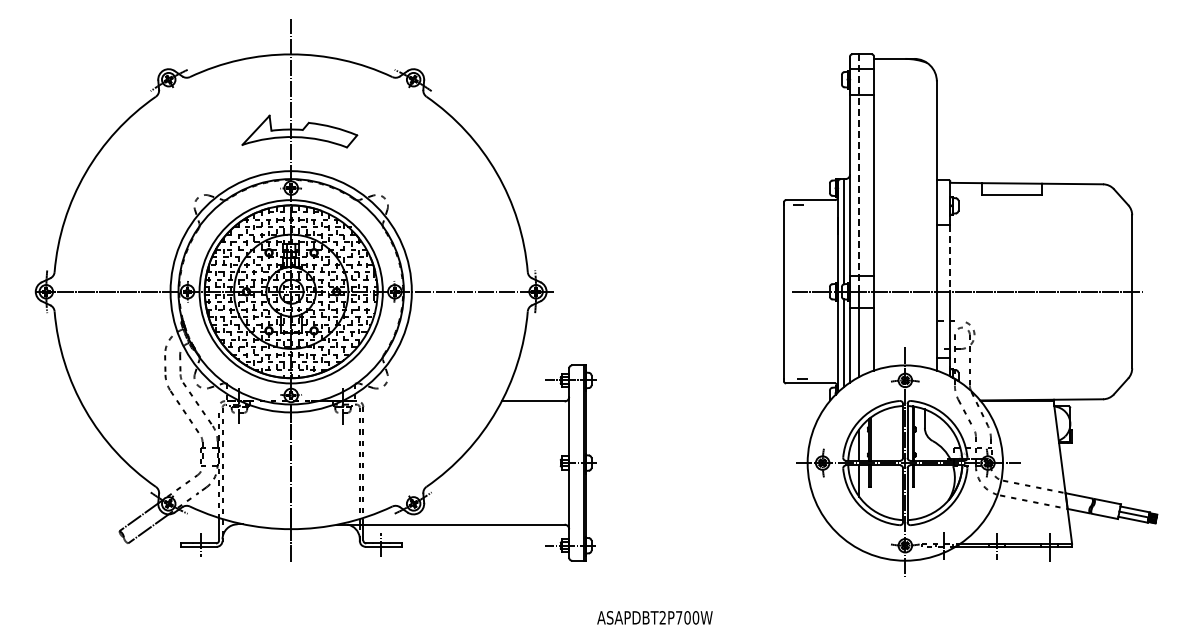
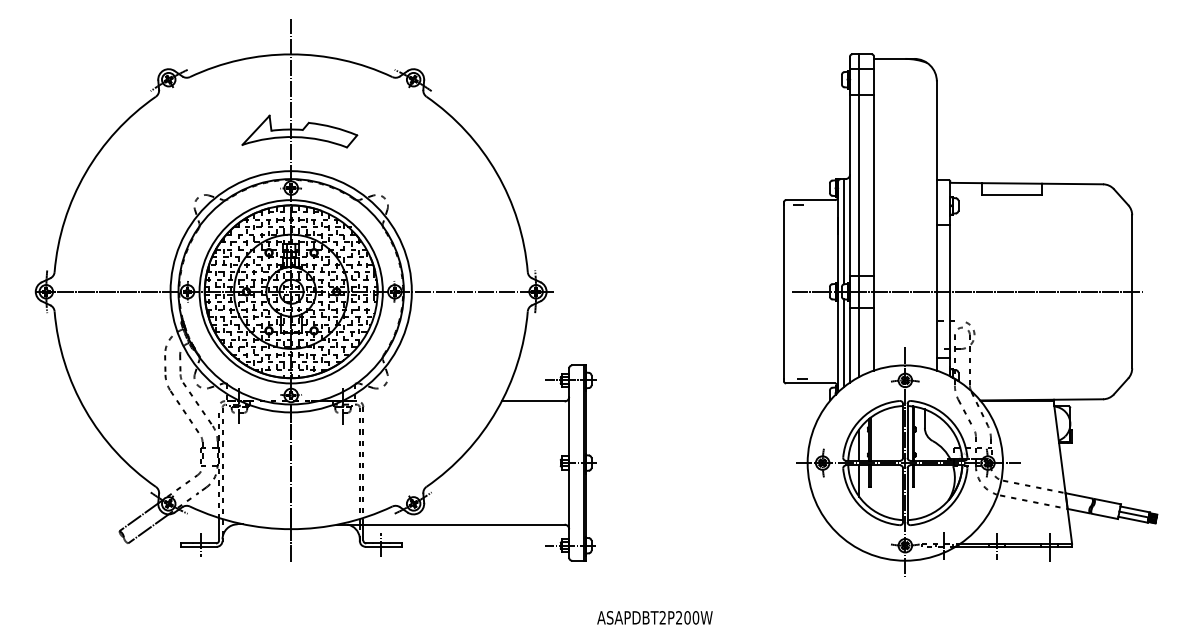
line at (859, 173): dashed -> solid
line at (950, 259): dashed -> solid
text at (679, 617): ASAPDBT2P700W -> ASAPDBT2P200W
